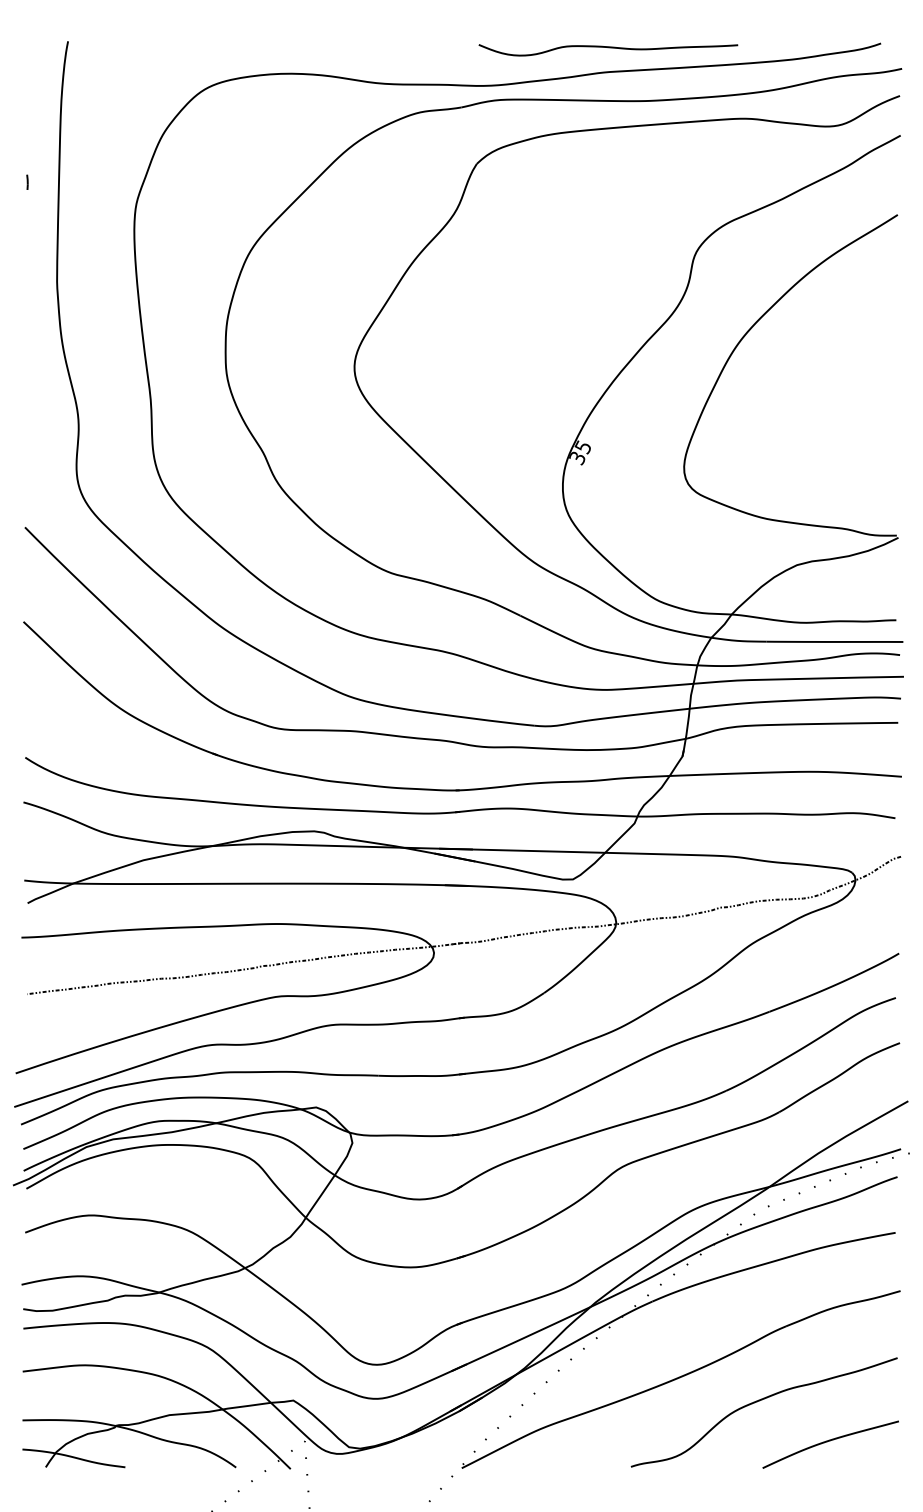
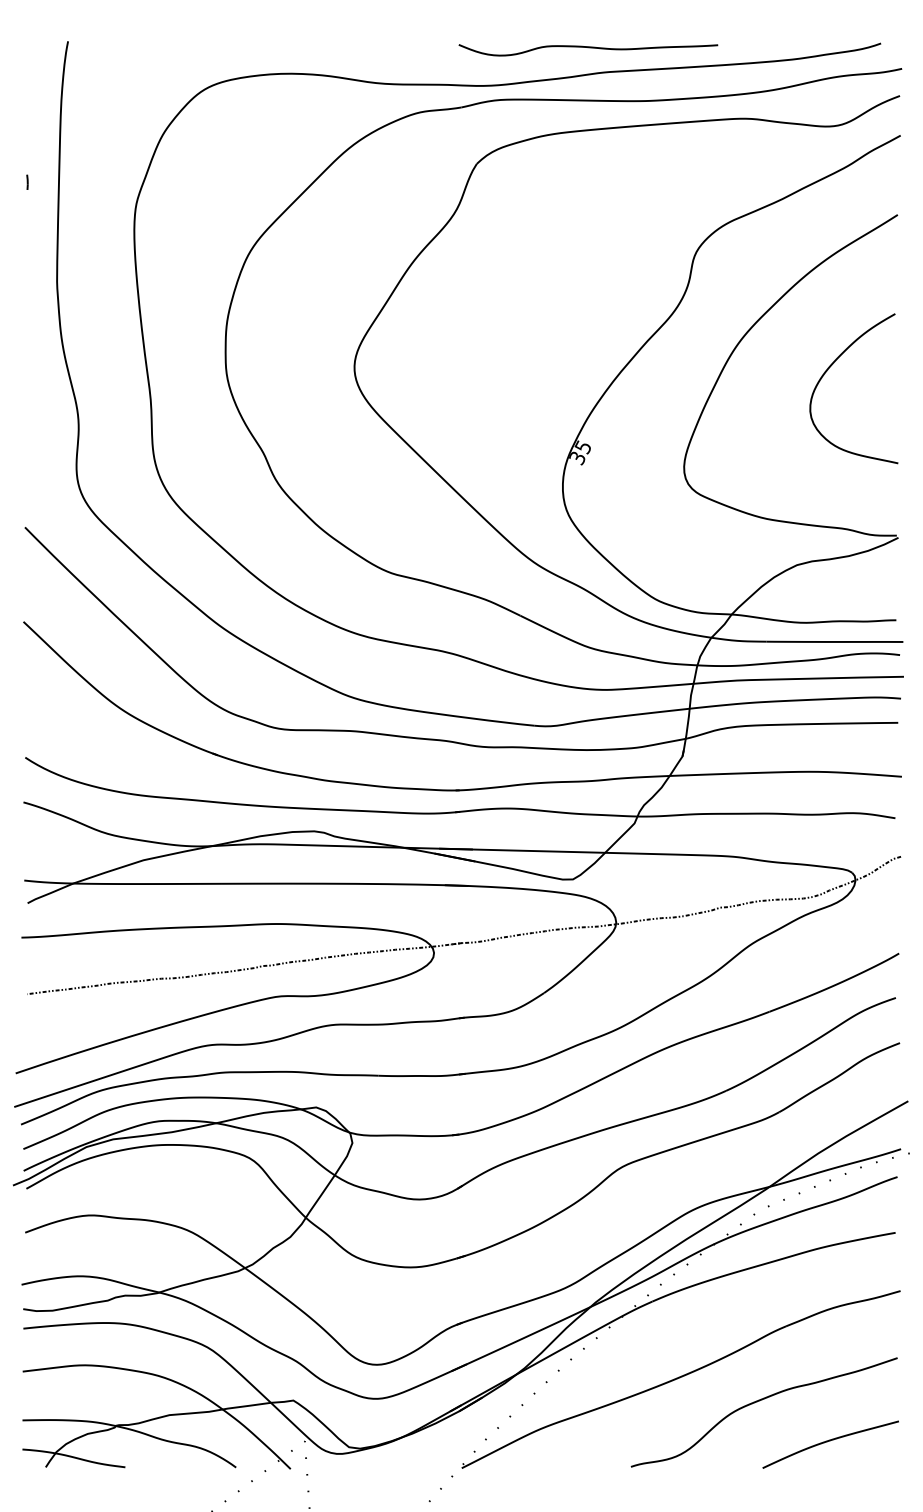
curve at (608, 48) position: (608, 48) -> (588, 48)
curve at (827, 371): none -> present
